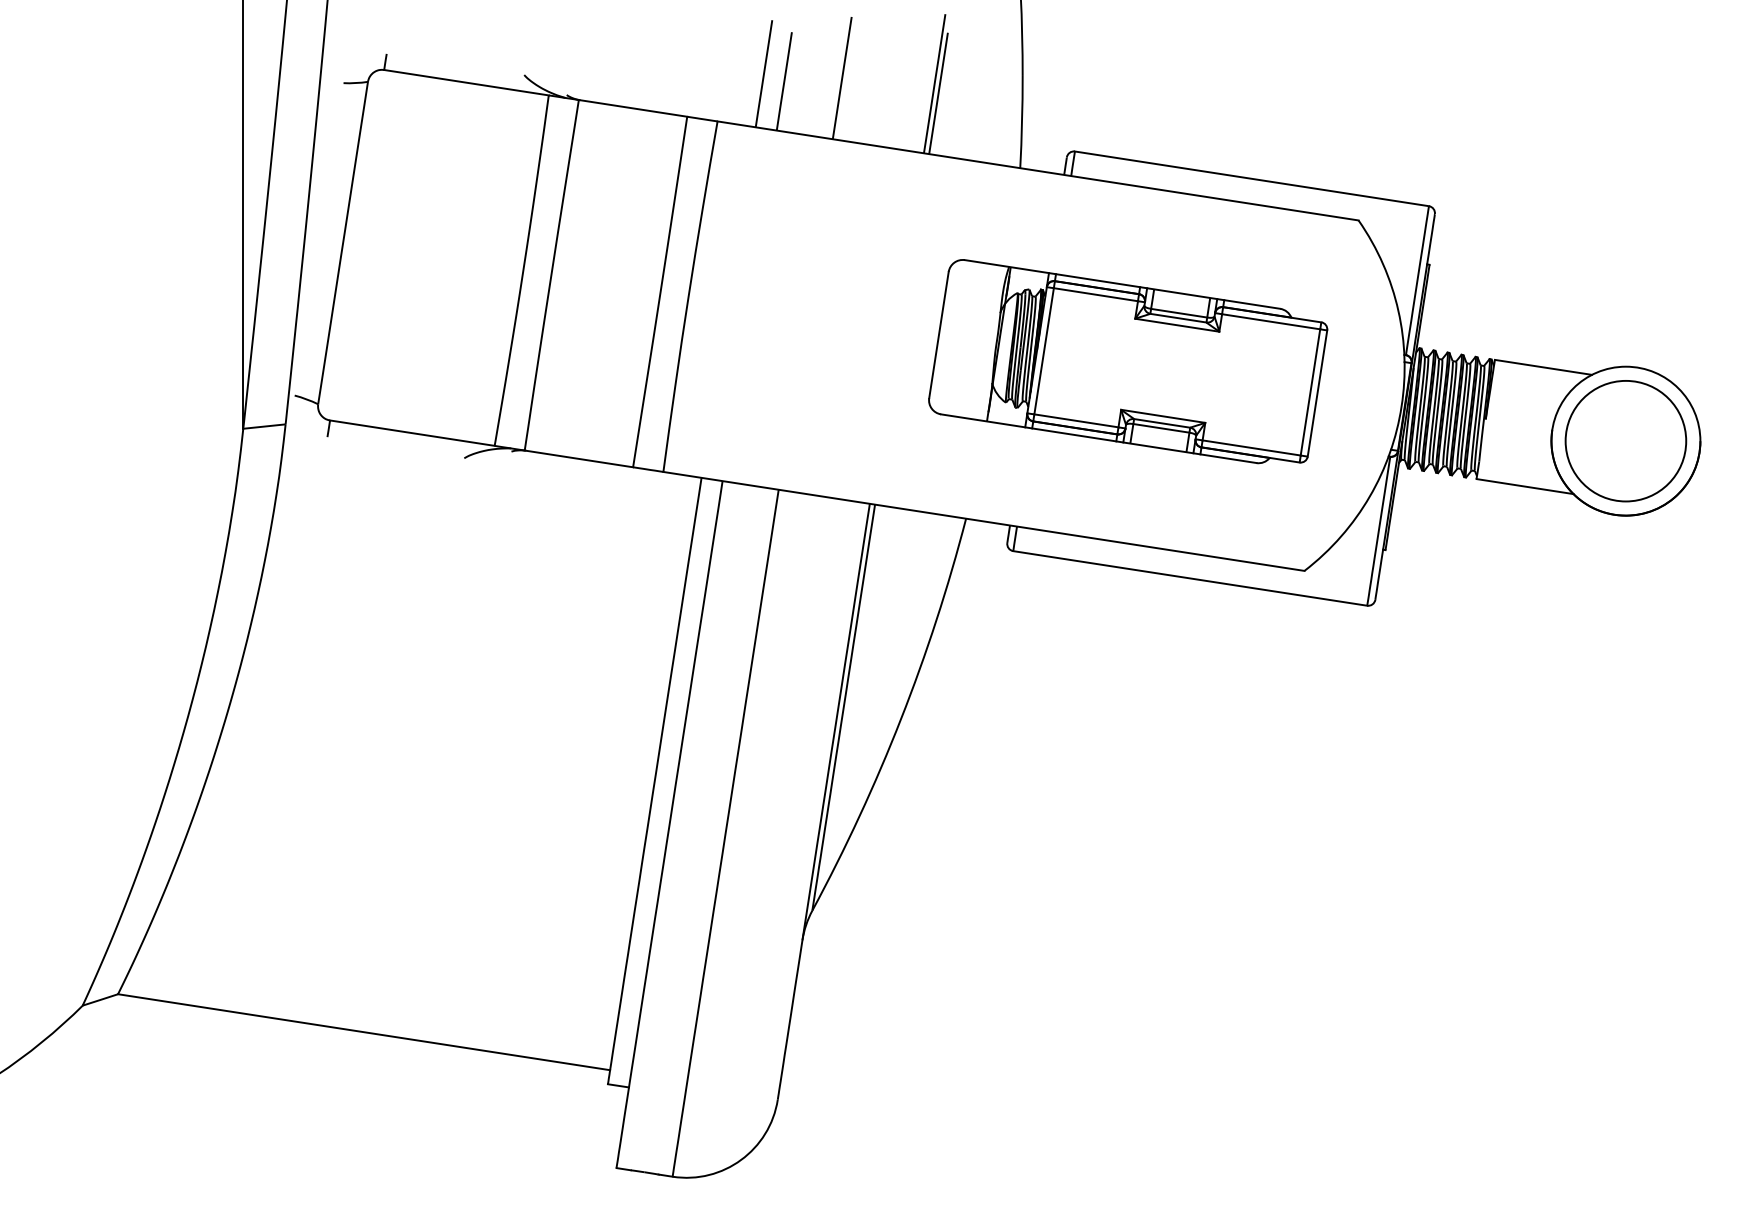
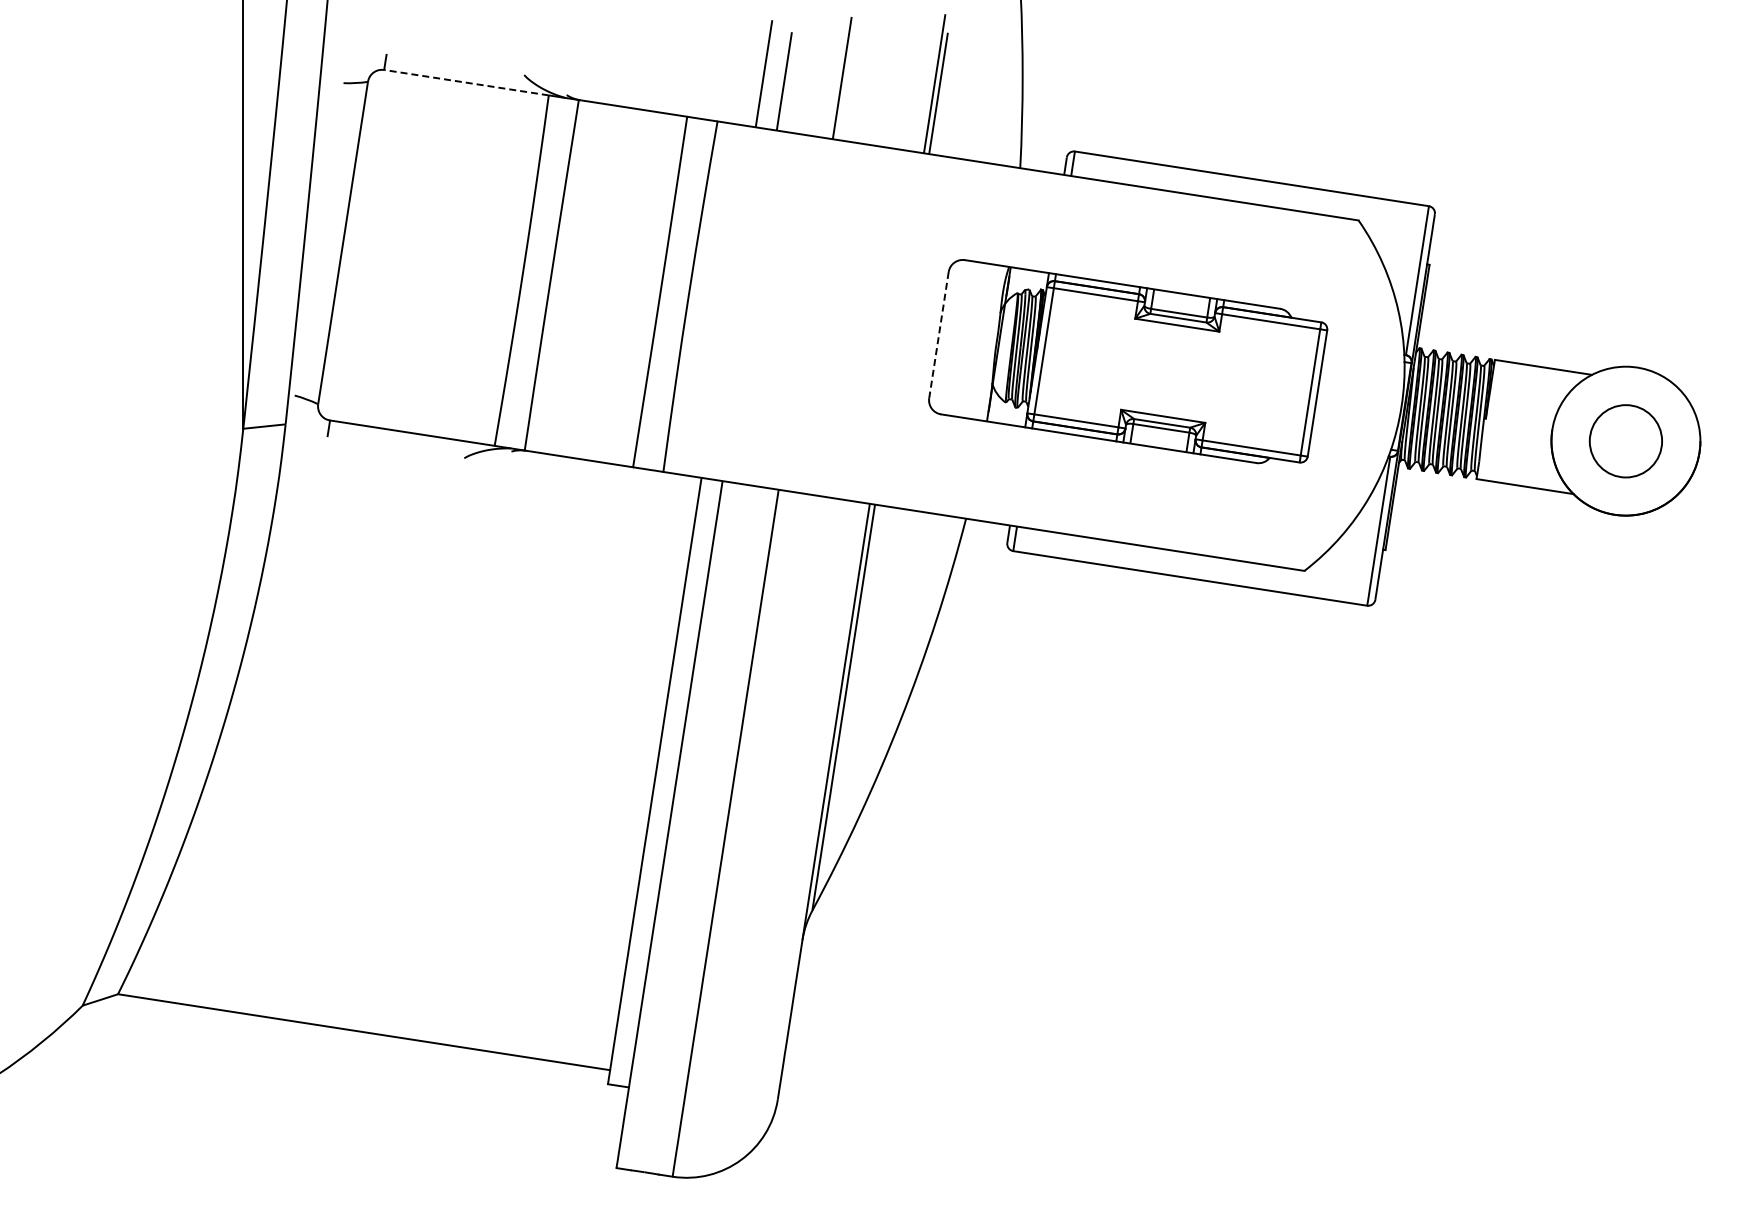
line at (466, 82): solid -> dashed
line at (938, 335): solid -> dashed
circle at (1625, 441) size: 124x123 px -> 75x75 px
